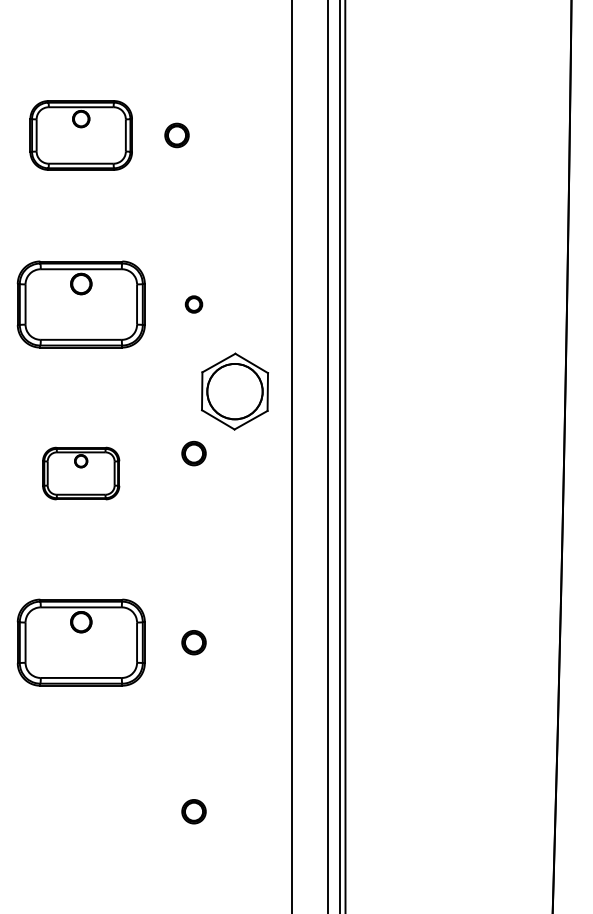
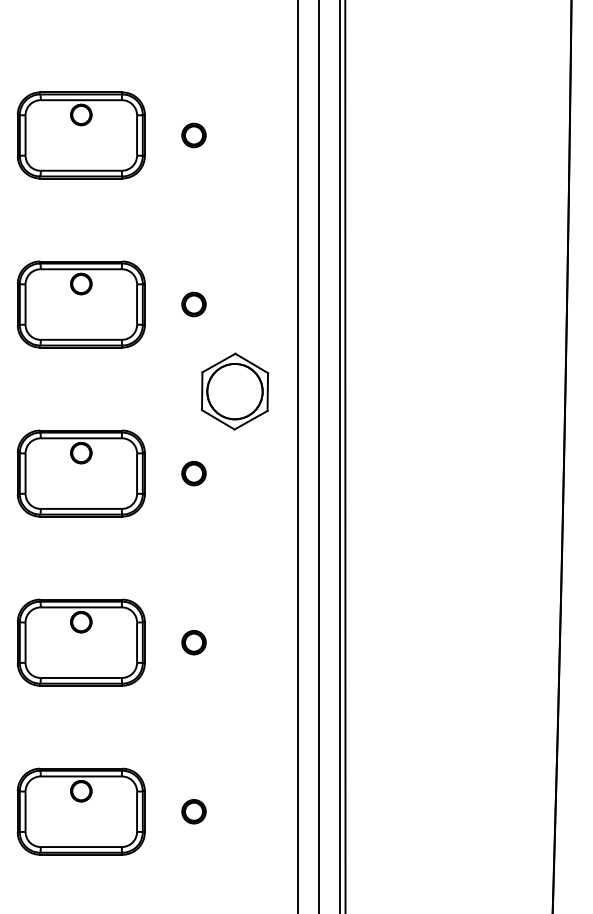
part at (80, 135) size: 104x71 px -> 130x89 px
part at (176, 135) position: (176, 135) -> (193, 135)
part at (193, 304) size: 20x19 px -> 26x27 px
part at (193, 453) position: (193, 453) -> (193, 473)
line at (292, 456) position: (292, 456) -> (298, 456)
line at (328, 456) position: (328, 456) -> (319, 456)
part at (81, 473) size: 79x55 px -> 130x89 px
part at (80, 811): none -> present
